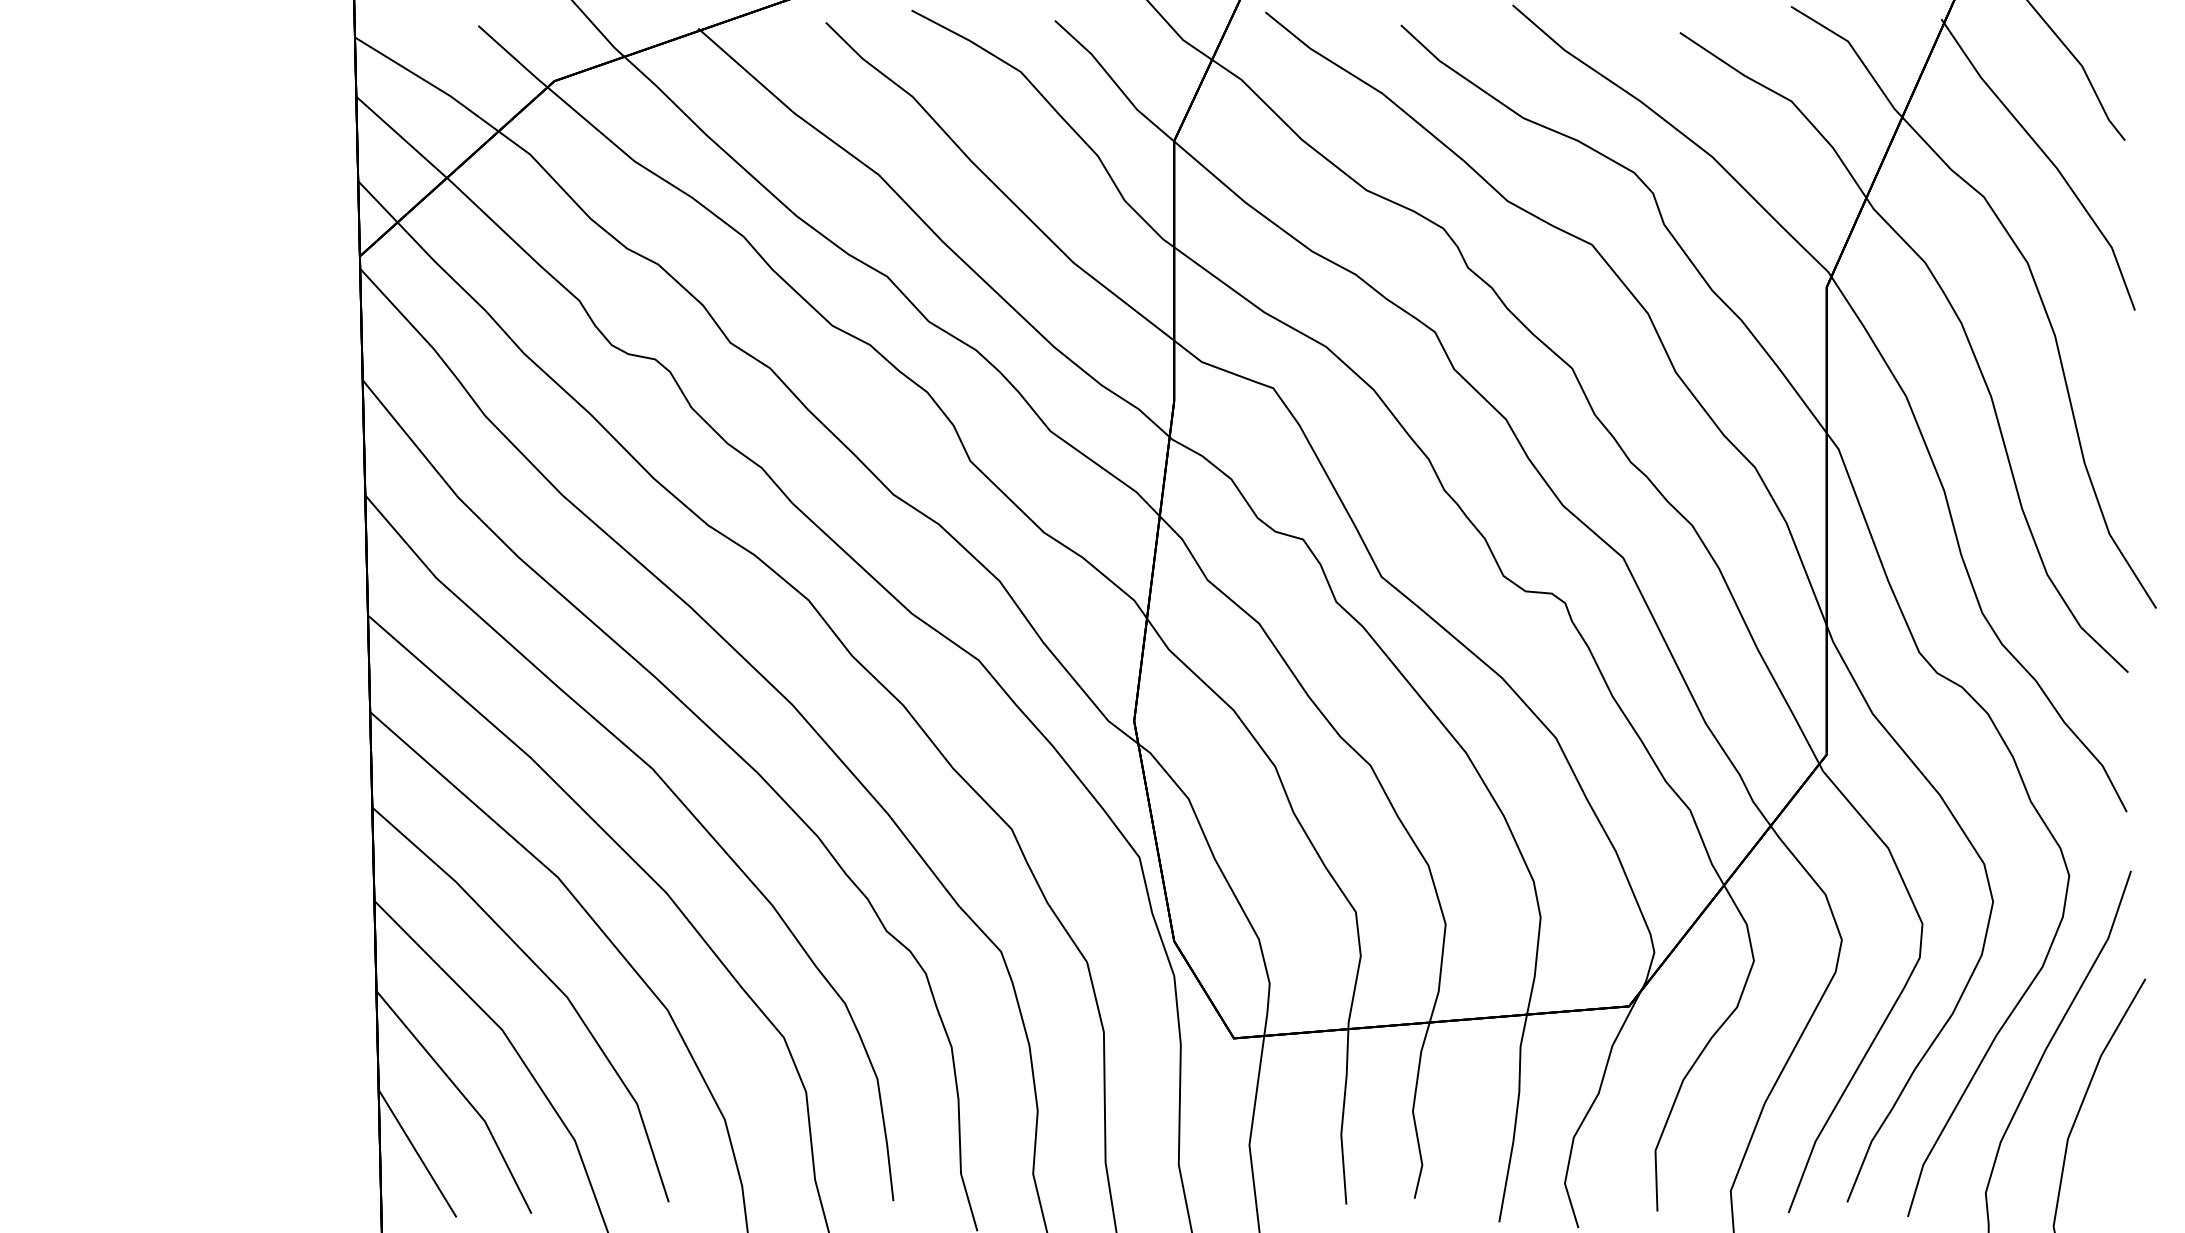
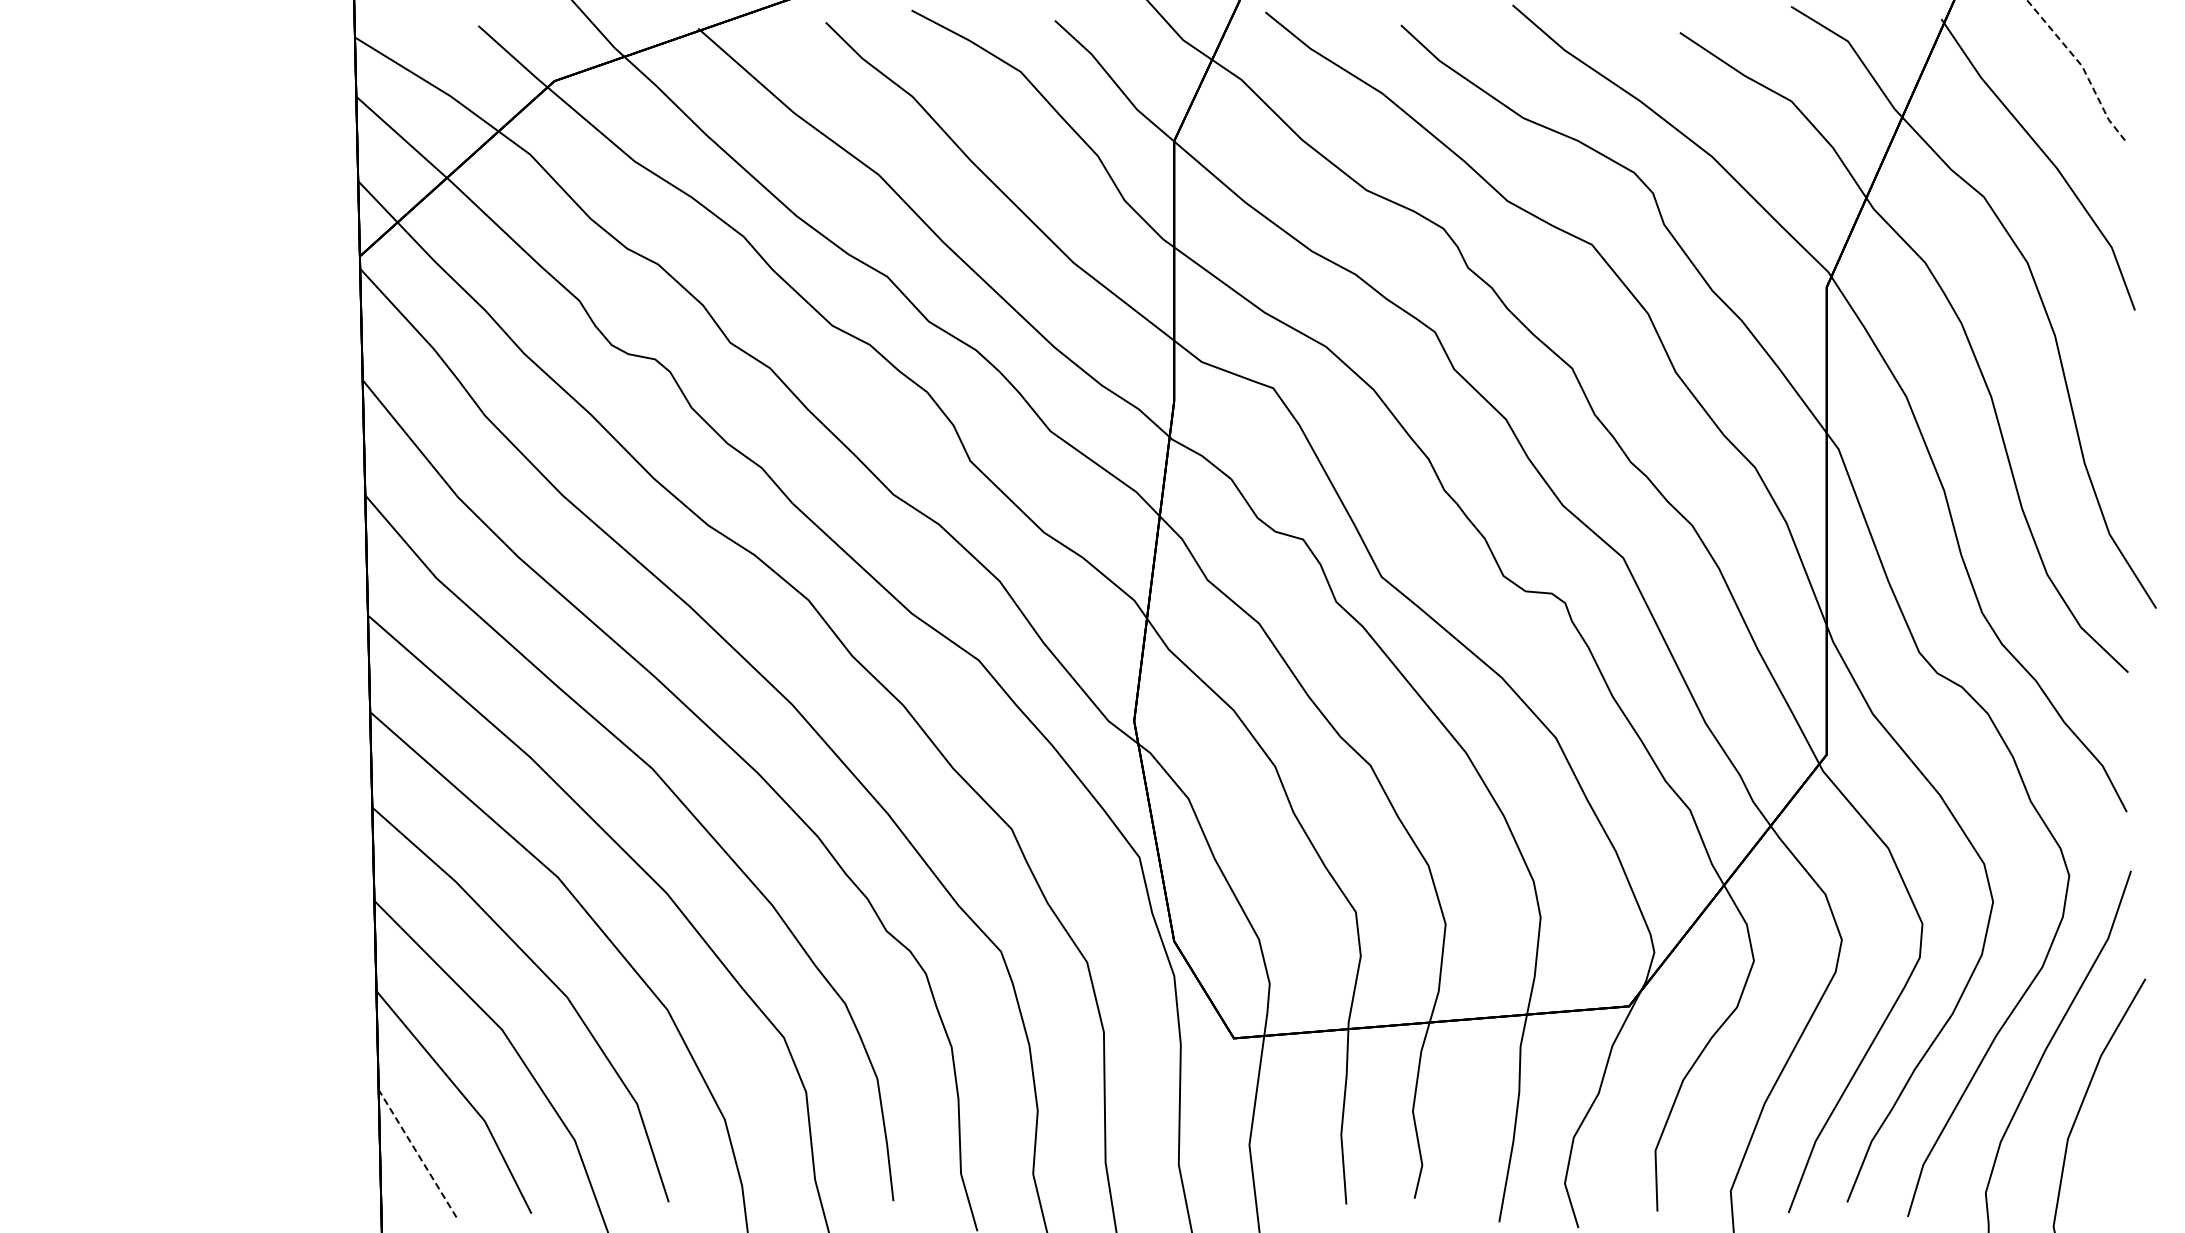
line at (2082, 66): solid -> dashed
line at (417, 1153): solid -> dashed
